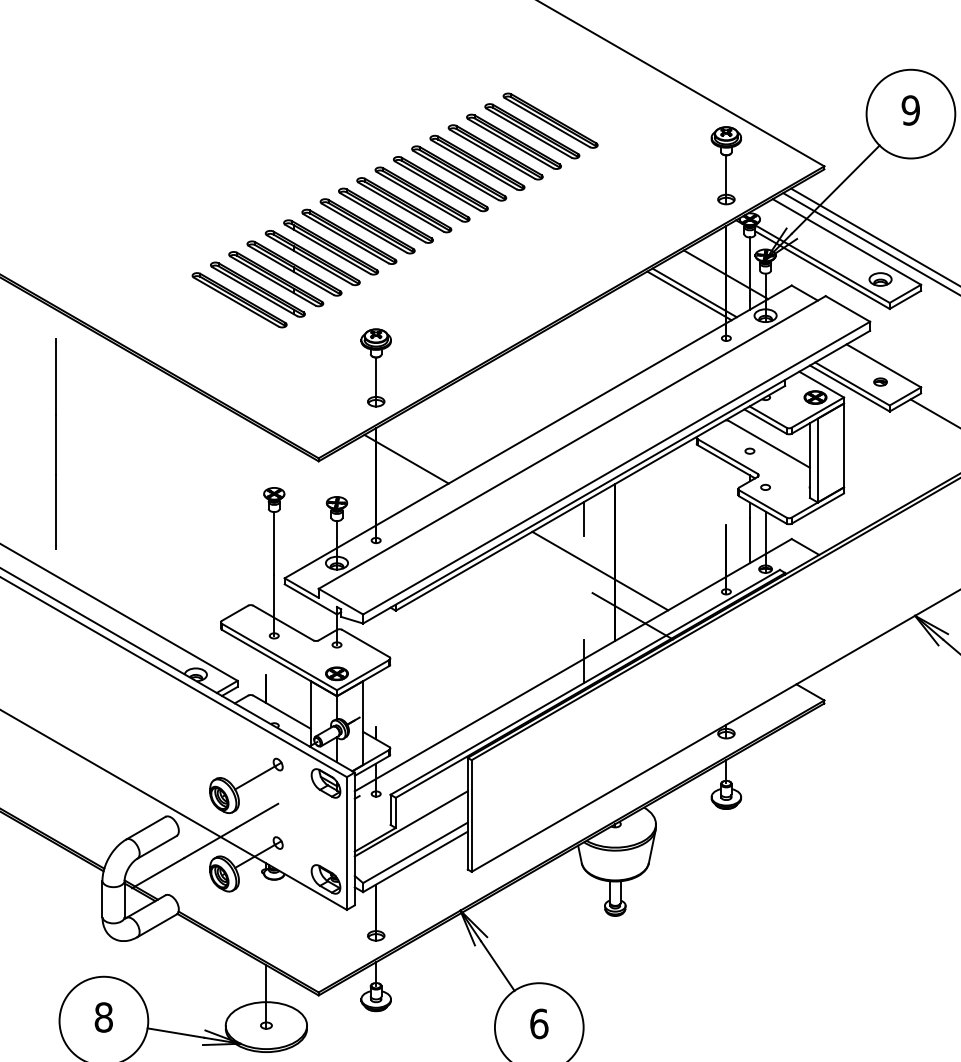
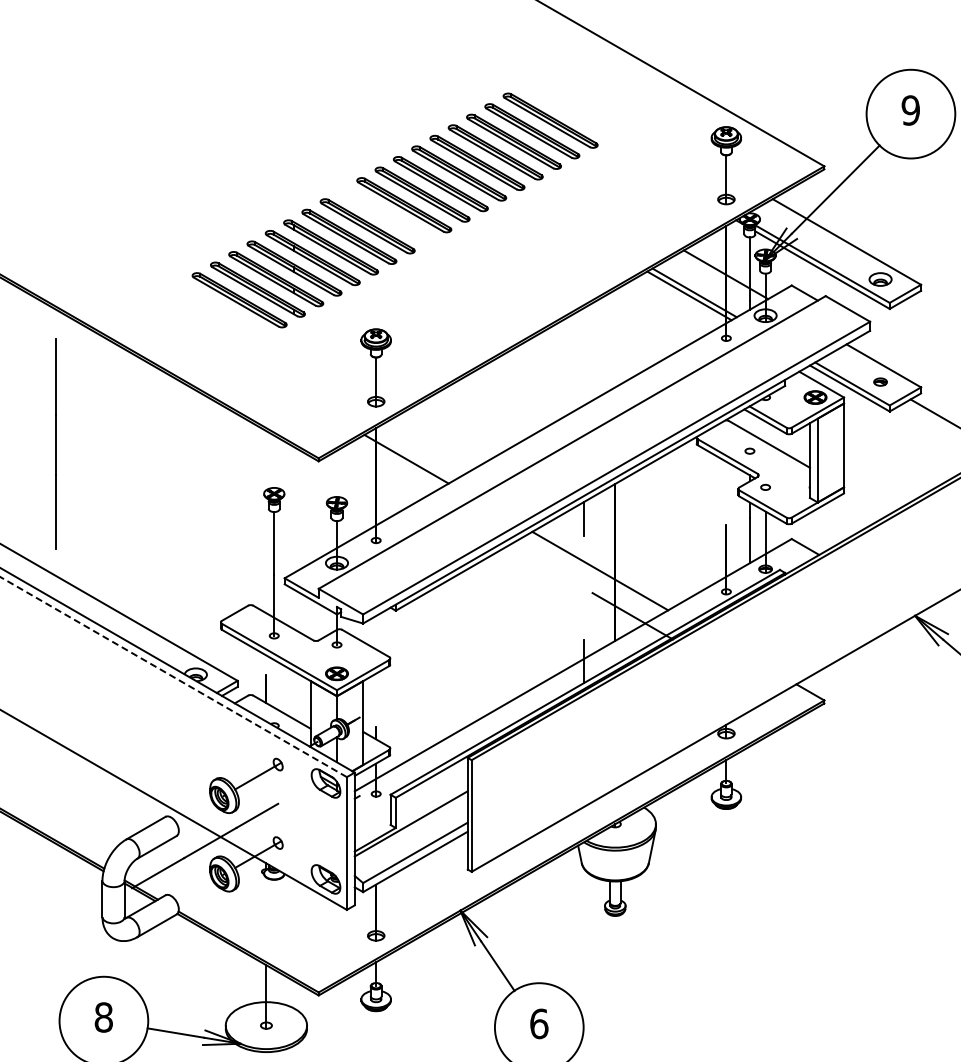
part at (385, 215): present -> none
line at (874, 236): present -> none
line at (870, 243): present -> none
line at (173, 677): solid -> dashed
